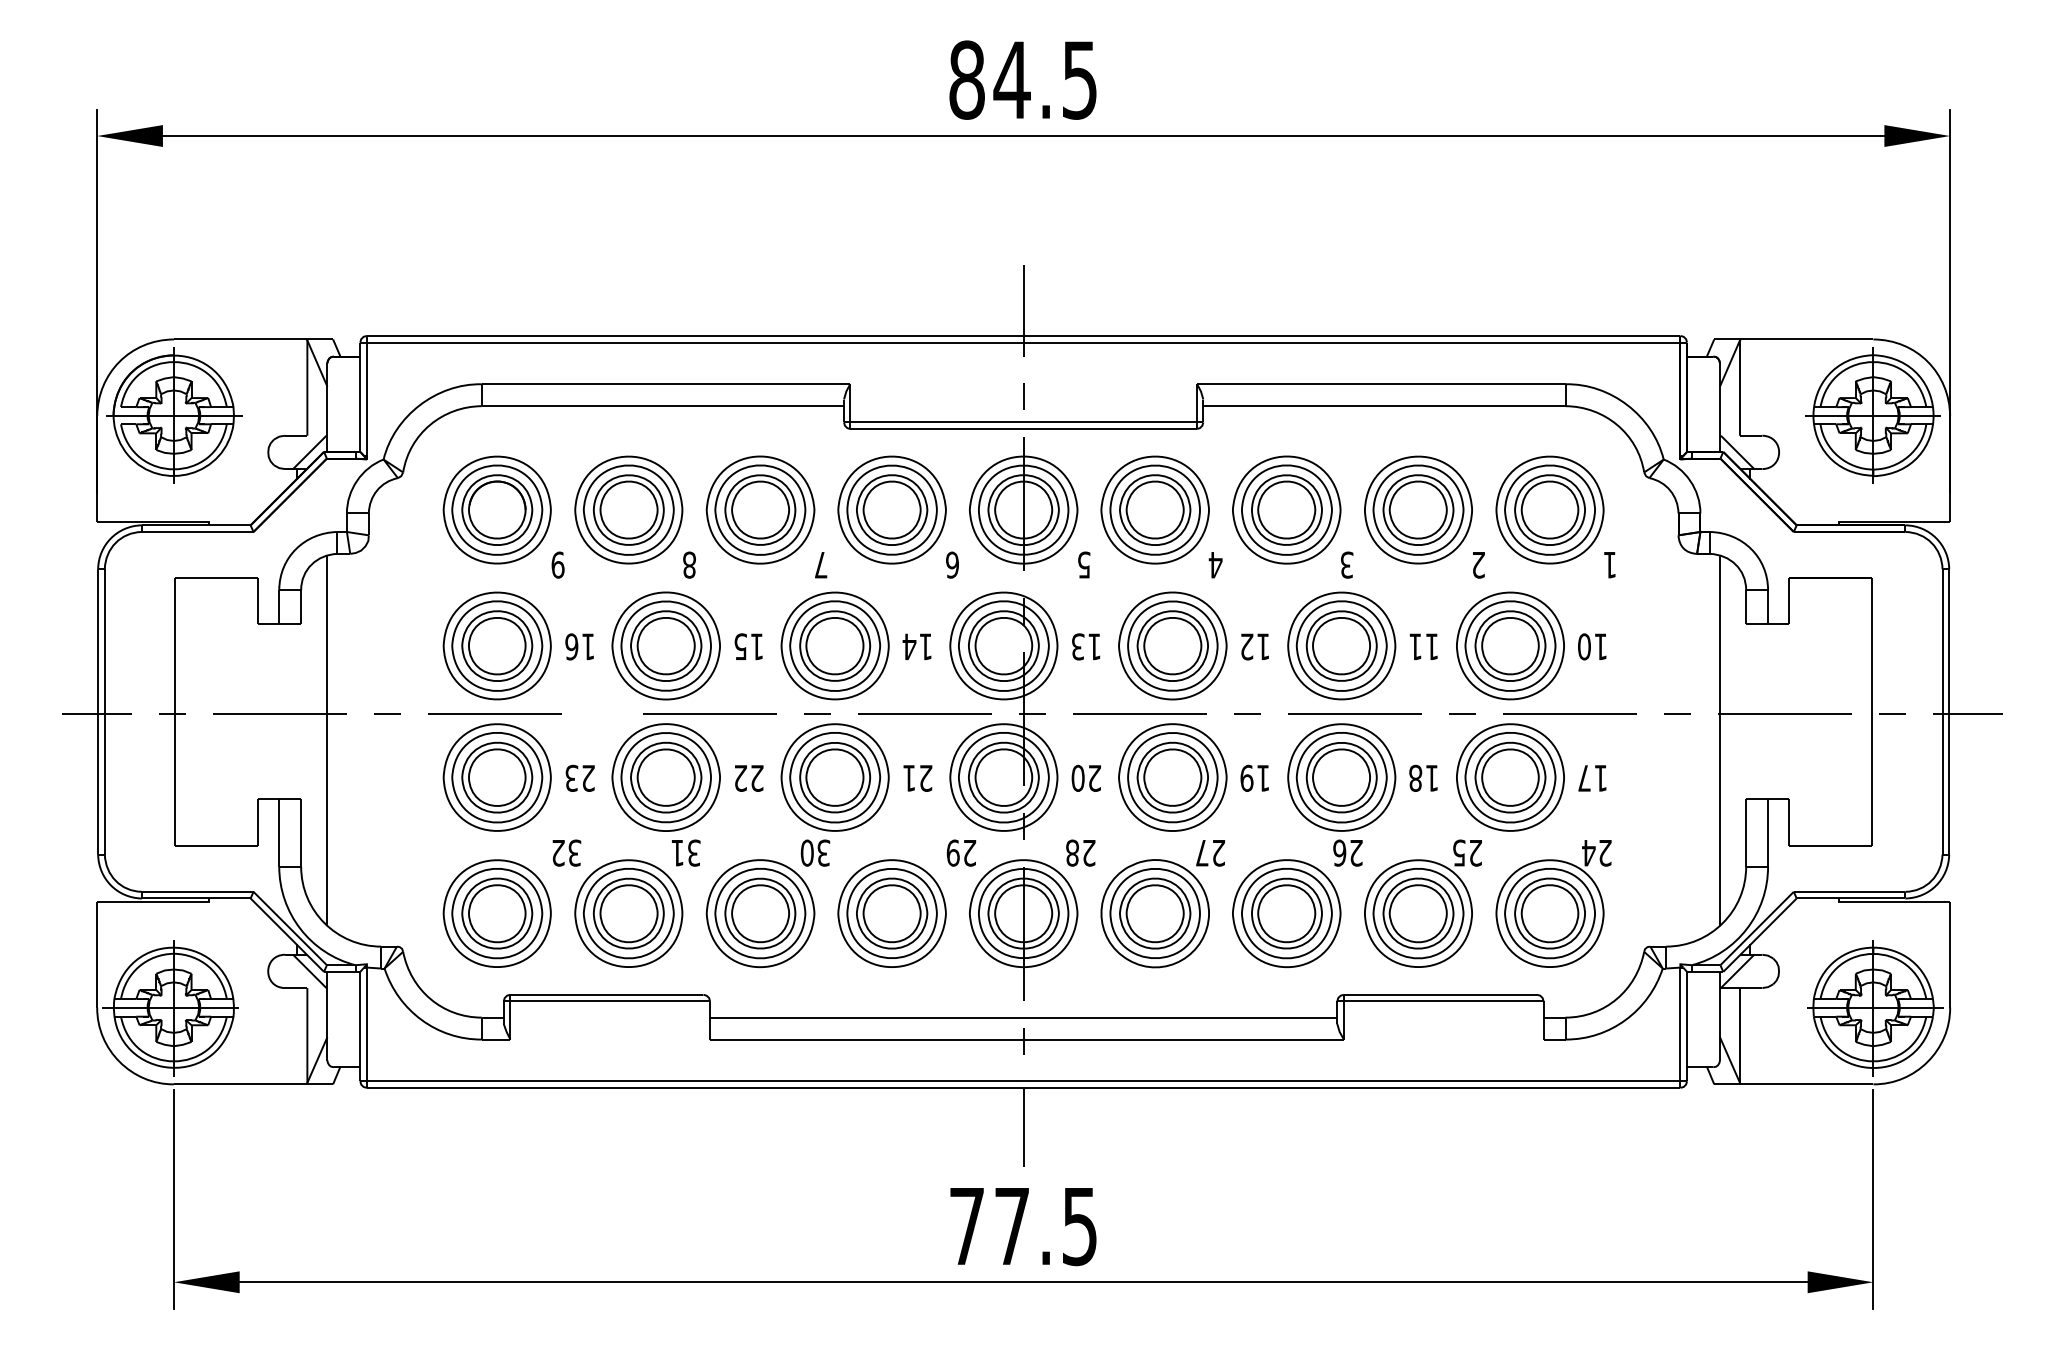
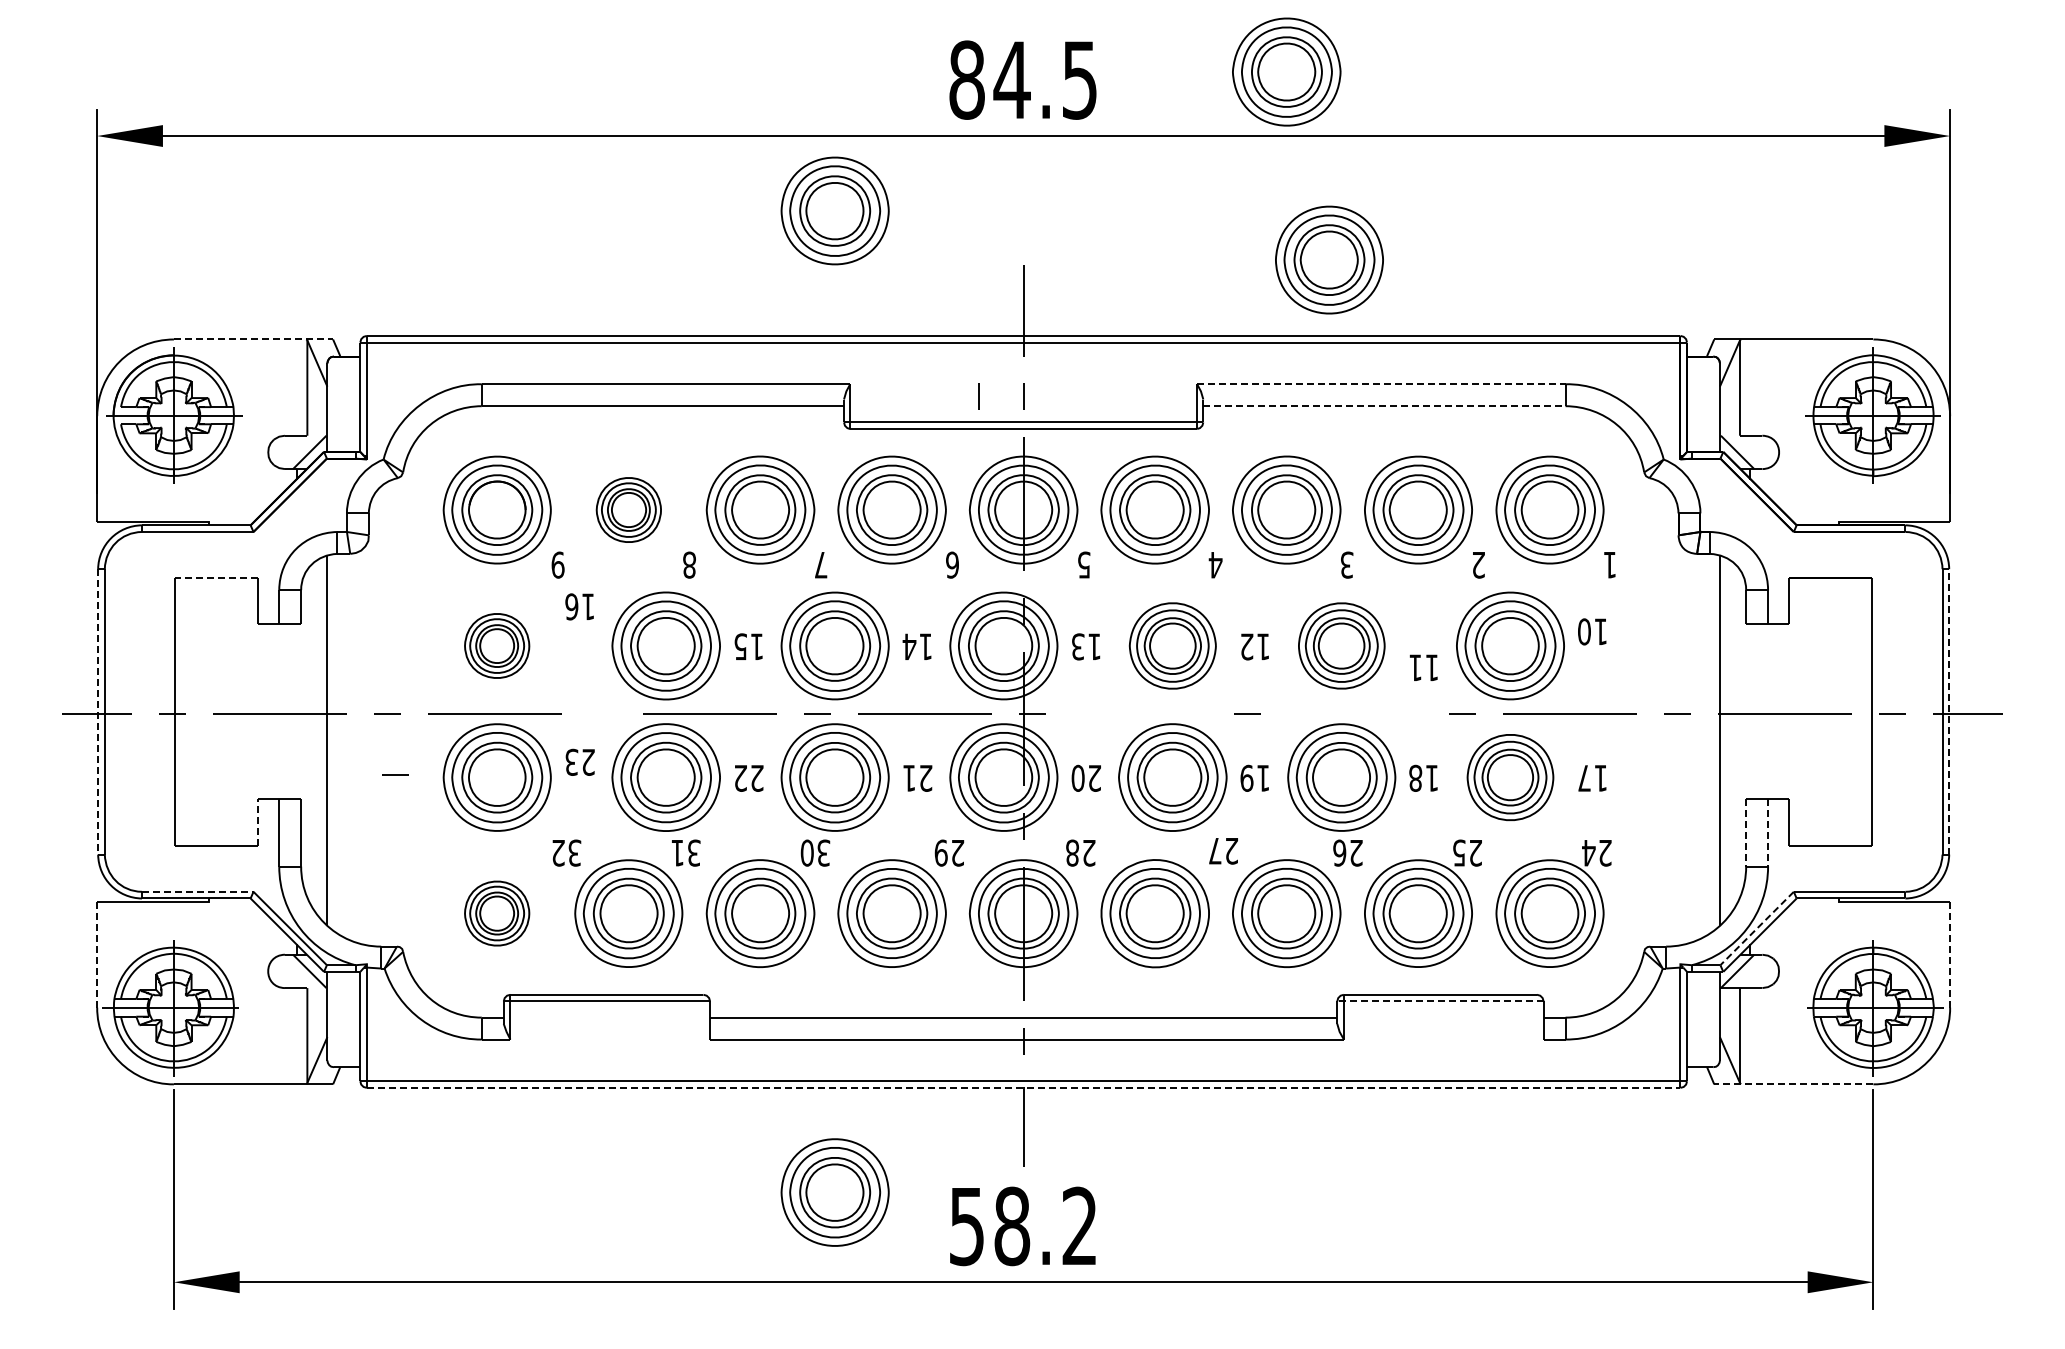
part at (1286, 71): none -> present
part at (834, 210): none -> present
part at (1329, 259): none -> present
line at (253, 339): solid -> dashed
line at (1381, 384): solid -> dashed
line at (978, 396): none -> present
line at (1384, 406): solid -> dashed
part at (628, 509) size: 110x110 px -> 67x66 px
line at (216, 578): solid -> dashed
part at (496, 645) size: 110x110 px -> 67x66 px
part at (1172, 645) size: 110x110 px -> 89x88 px
part at (1341, 645) size: 110x110 px -> 88x88 px
text at (579, 646) position: (579, 646) -> (579, 606)
text at (1423, 646) position: (1423, 646) -> (1423, 667)
text at (1592, 646) position: (1592, 646) -> (1592, 631)
line at (98, 711): solid -> dashed
line at (1949, 711): solid -> dashed
line at (1139, 713): present -> none
line at (1354, 713): present -> none
line at (395, 774): none -> present
text at (579, 777) position: (579, 777) -> (579, 761)
part at (1510, 777) size: 109x109 px -> 89x88 px
line at (258, 821): solid -> dashed
line at (1746, 832): solid -> dashed
line at (1768, 832): solid -> dashed
text at (961, 852) position: (961, 852) -> (949, 852)
text at (1210, 853) position: (1210, 853) -> (1223, 851)
line at (197, 891): solid -> dashed
part at (496, 913) size: 110x109 px -> 67x67 px
line at (1757, 928): solid -> dashed
line at (97, 954): solid -> dashed
line at (1950, 954): solid -> dashed
line at (1439, 1001): solid -> dashed
line at (1793, 1084): solid -> dashed
line at (1023, 1087): solid -> dashed
part at (834, 1192): none -> present
text at (1023, 1226): 77.5 -> 58.2
